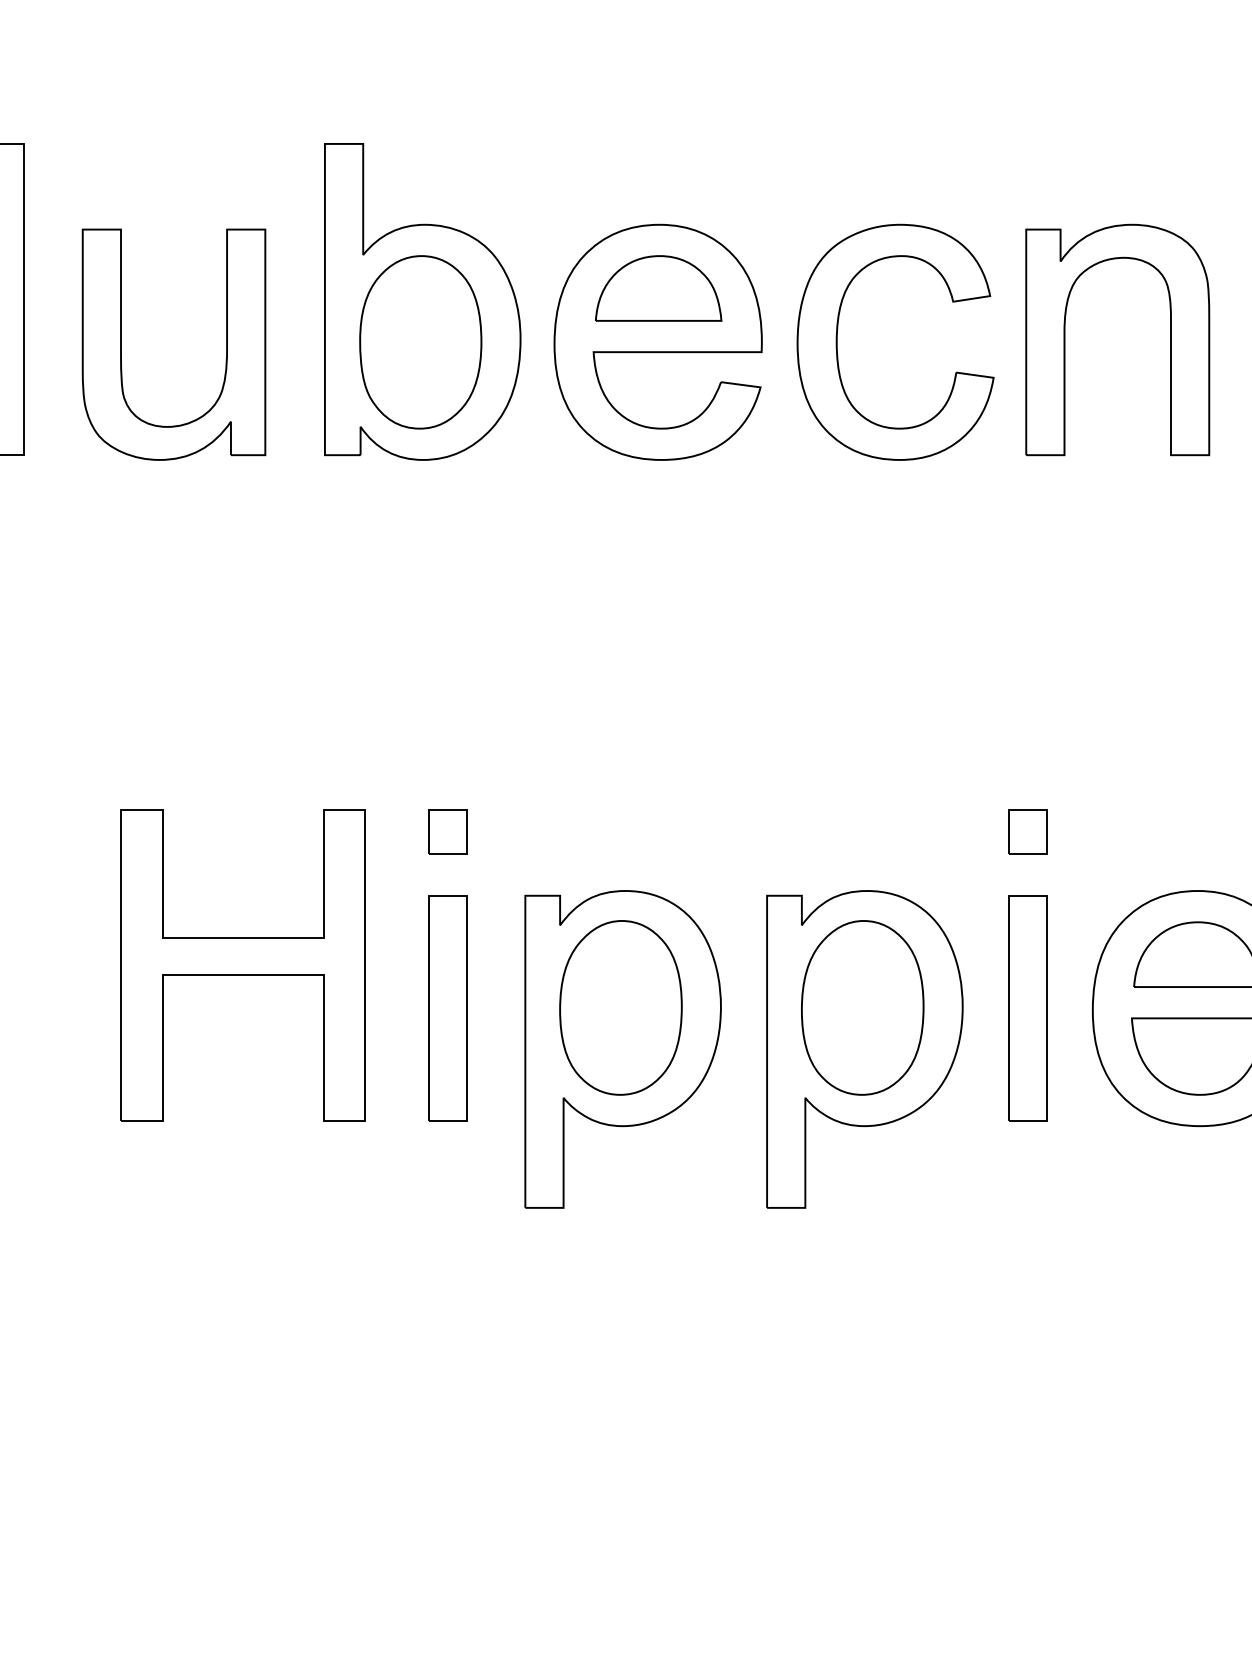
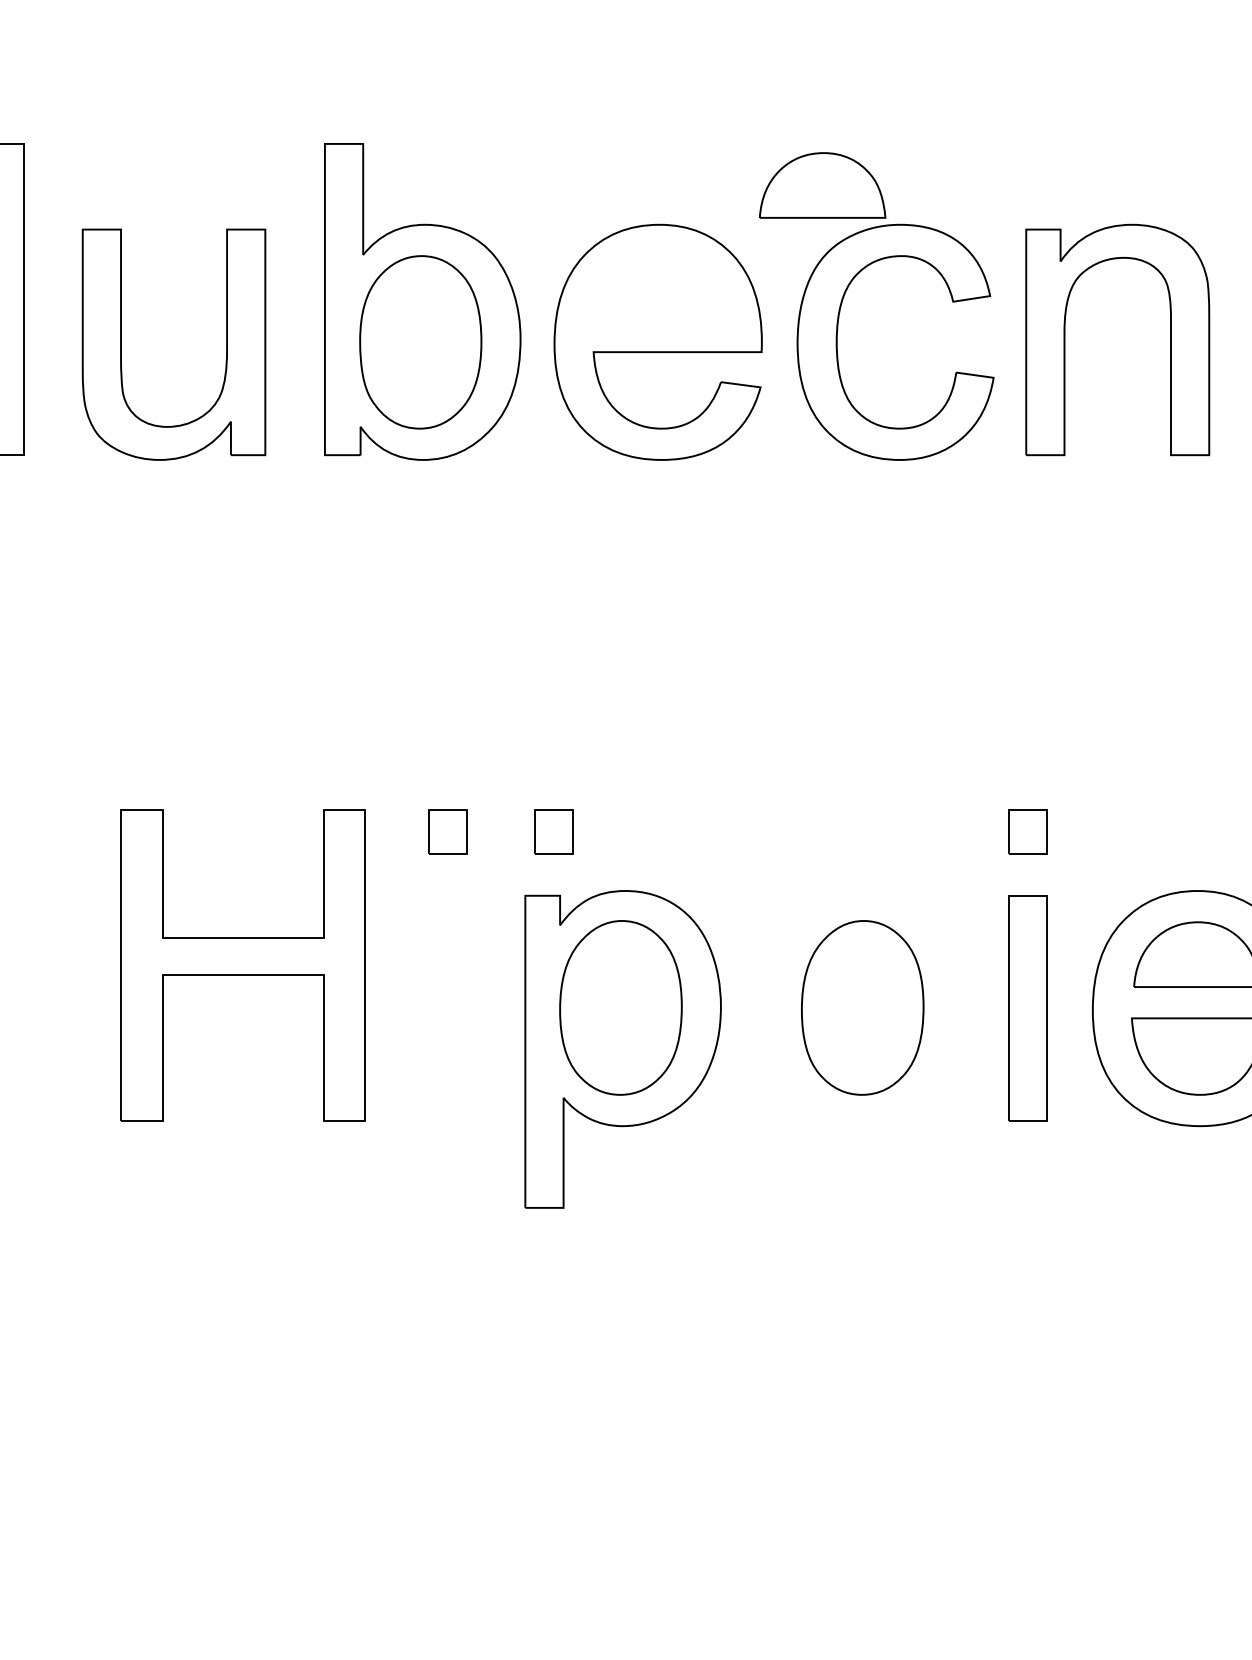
part at (658, 288) position: (658, 288) -> (822, 185)
part at (553, 831): none -> present
part at (447, 1008): present -> none
part at (864, 1049): present -> none
